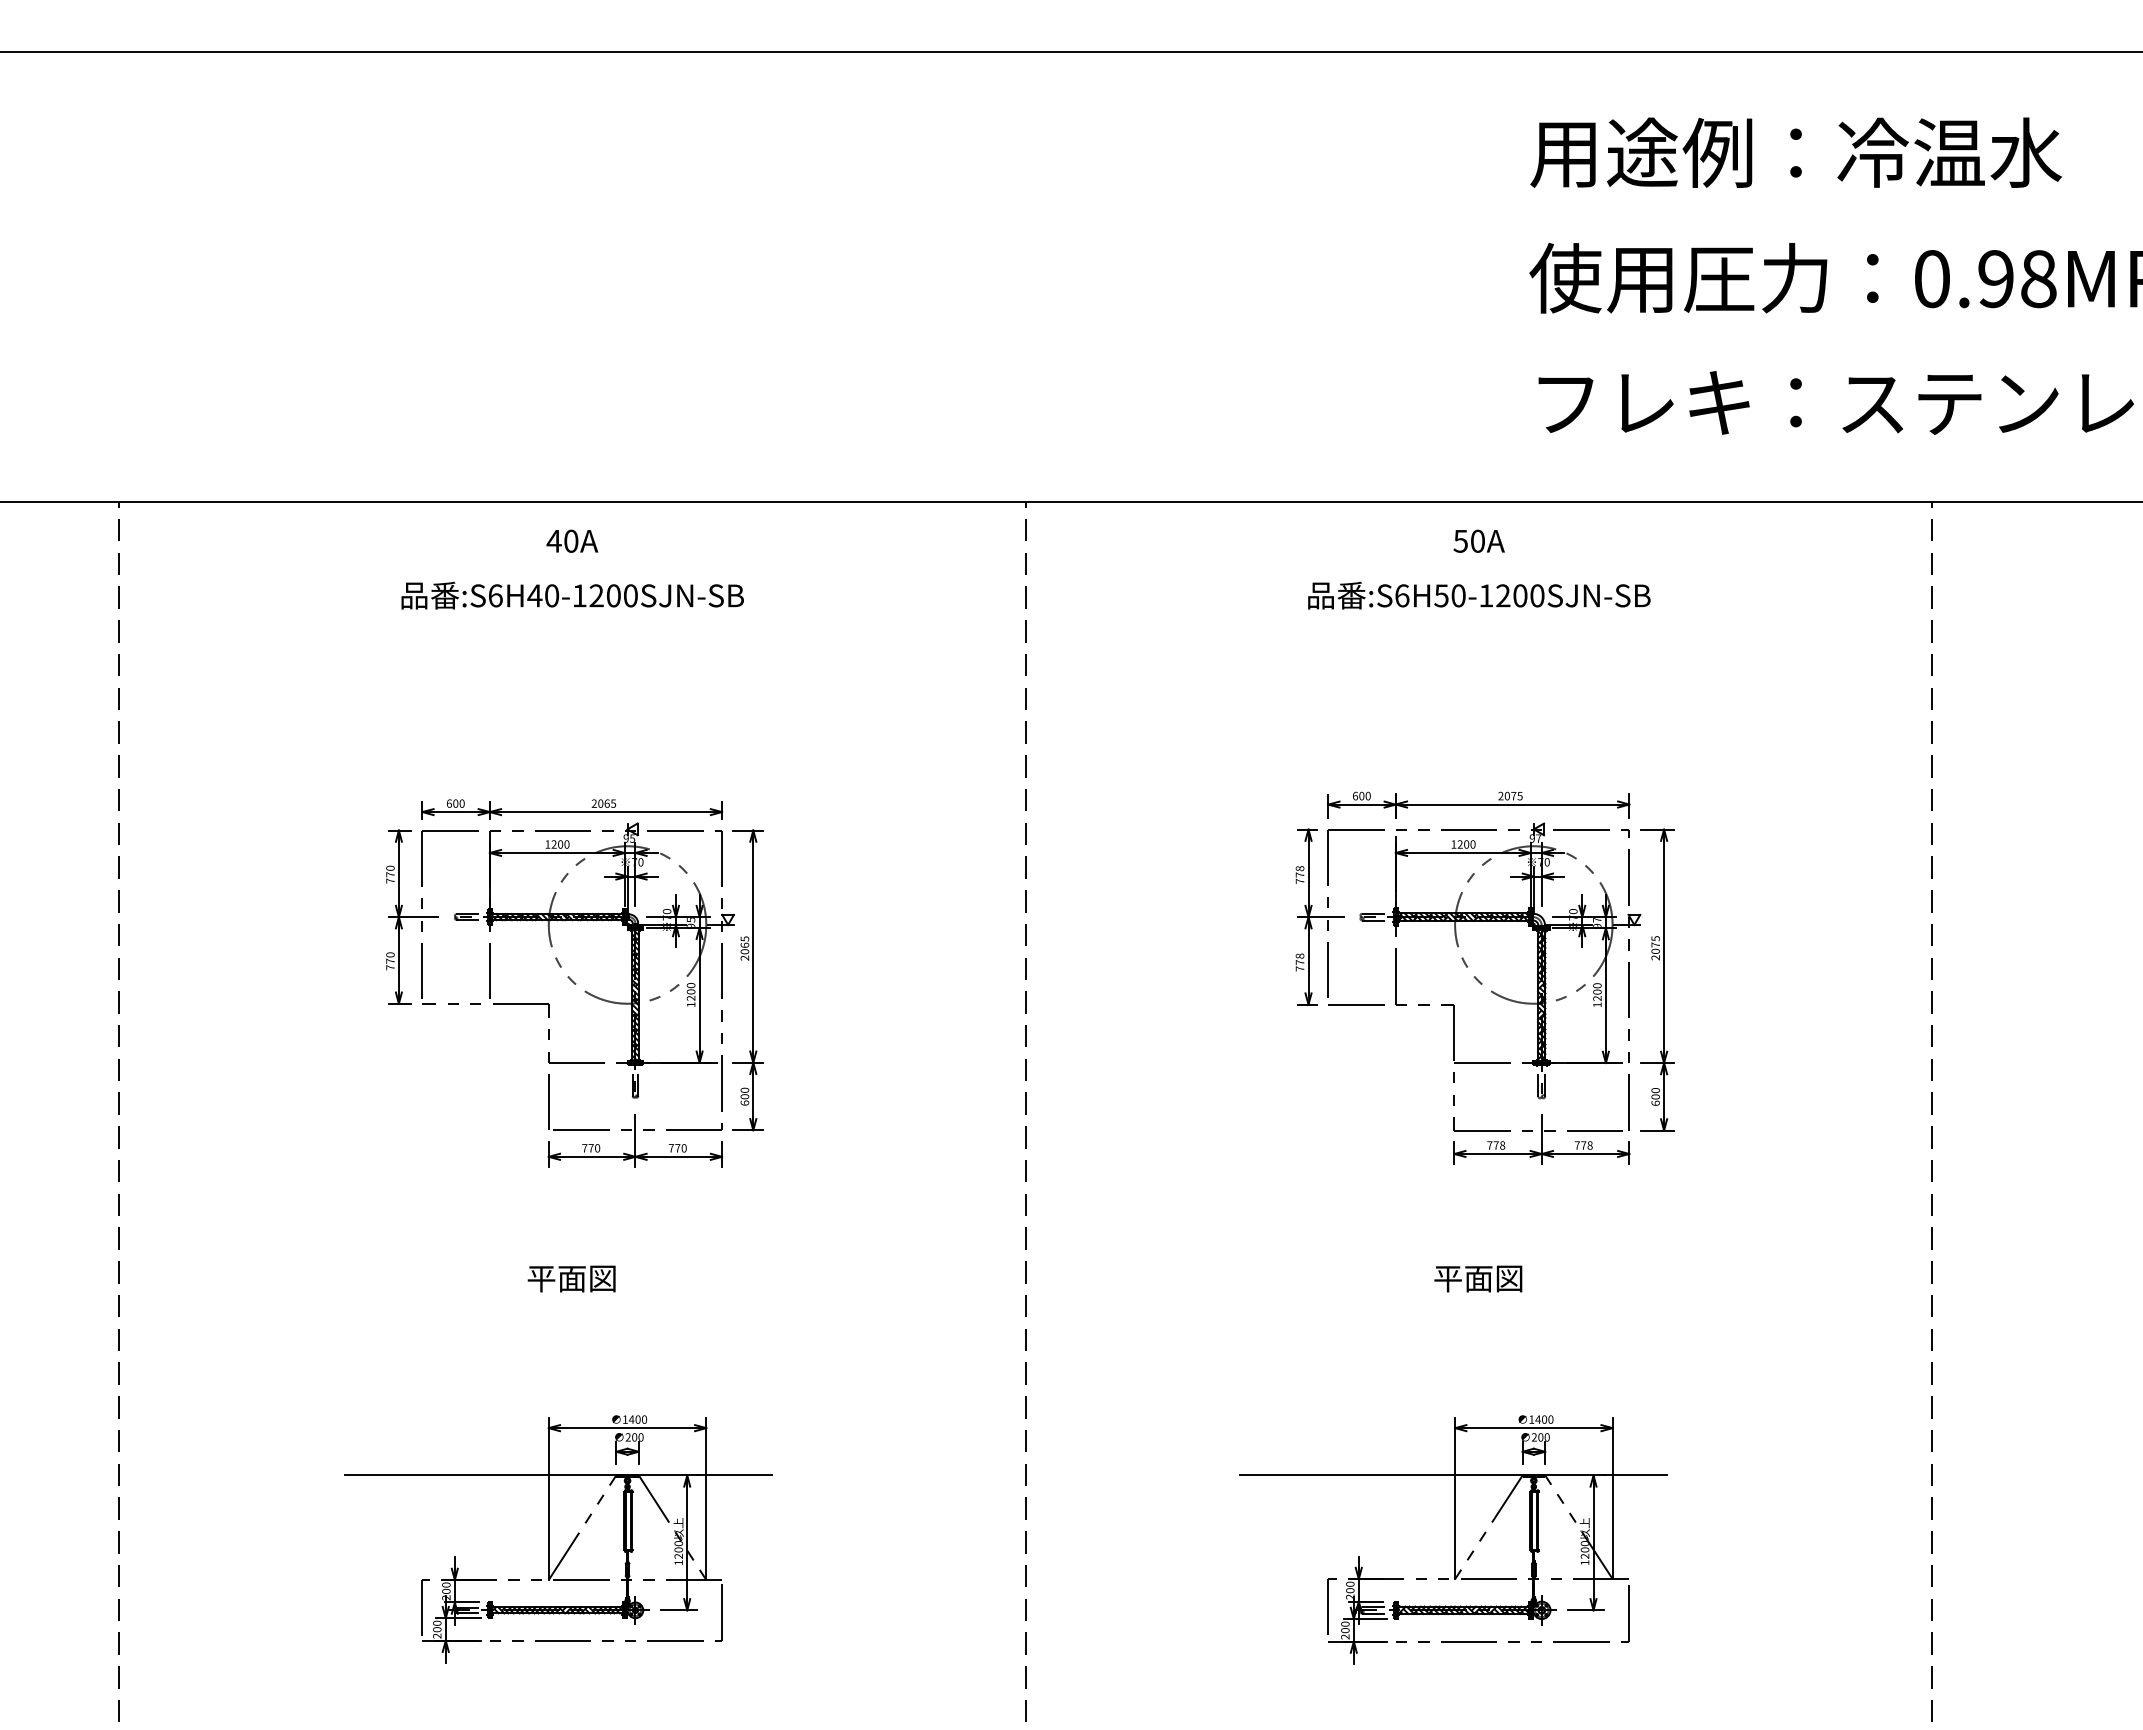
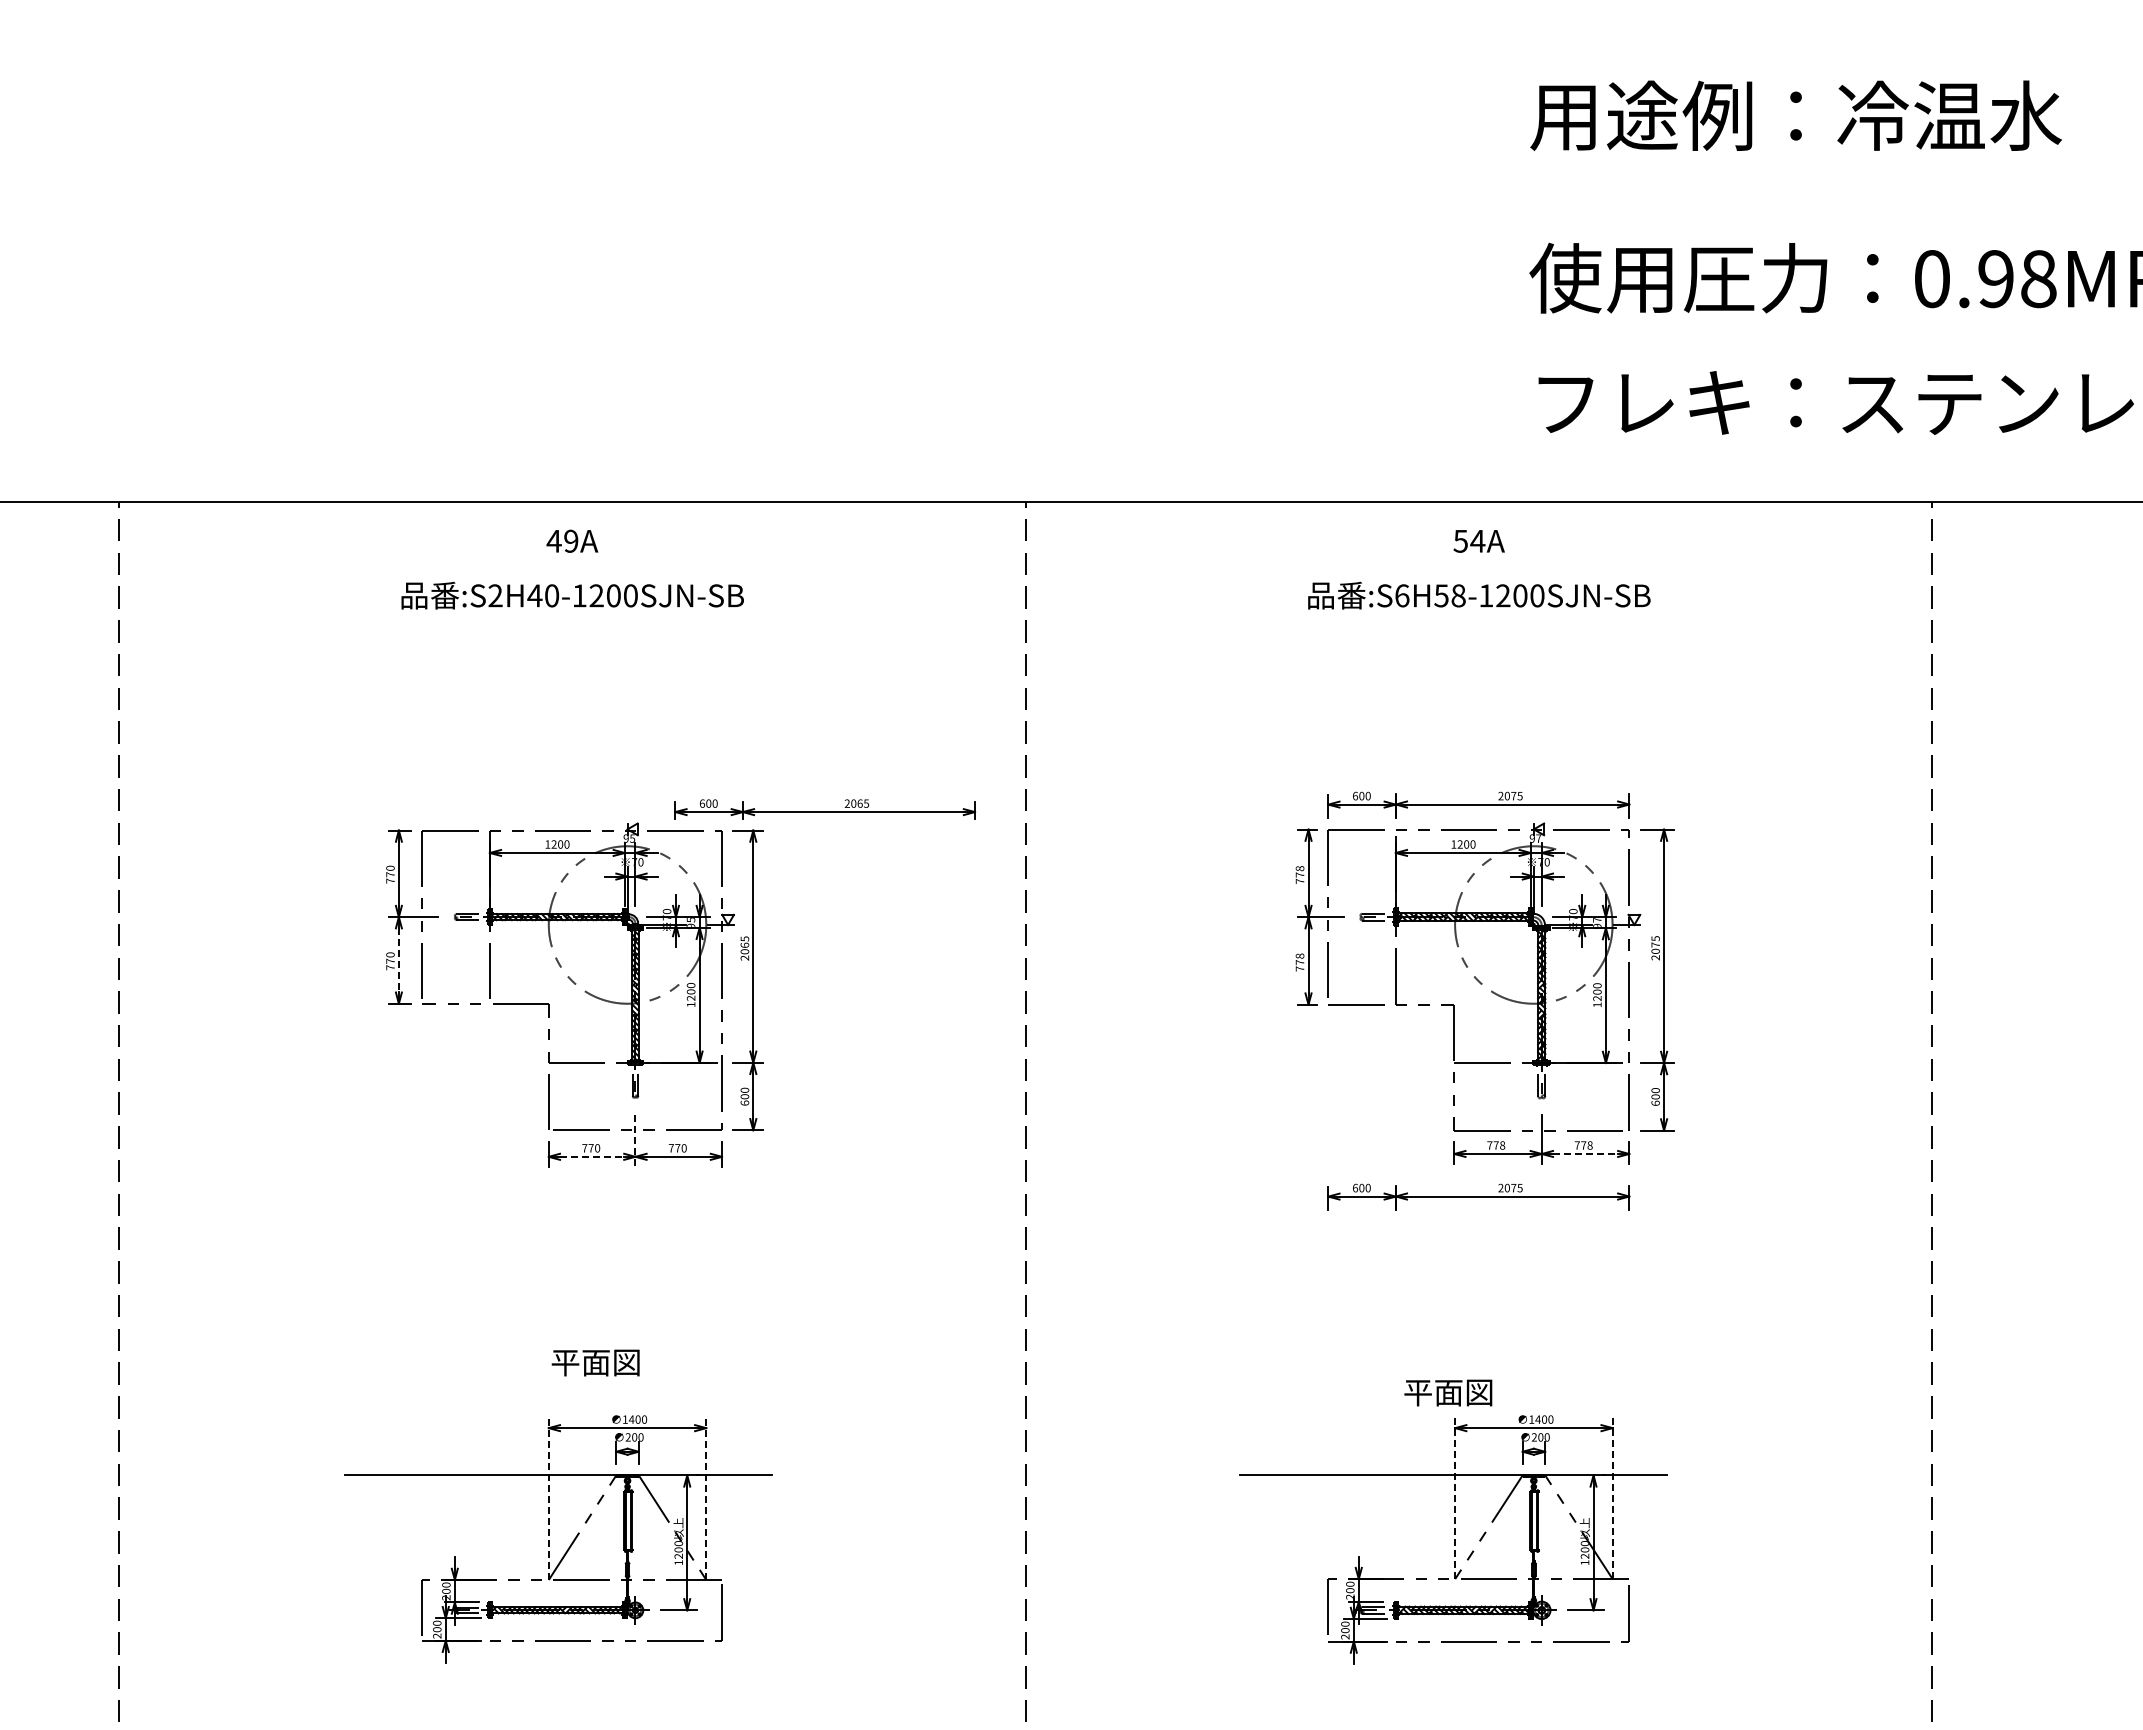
line at (1070, 52): present -> none
text at (1796, 152) position: (1796, 152) -> (1796, 115)
text at (571, 540): 40A -> 49A
text at (1477, 540): 50A -> 54A
text at (495, 595): :S6H40-1200SJN-SB -> :S2H40-1200SJN-SB
text at (1458, 595): :S6H50-1200SJN-SB -> :S6H58-1200SJN-SB
part at (571, 809) position: (571, 809) -> (824, 809)
line at (398, 960): solid -> dashed
line at (635, 1141): solid -> dashed
line at (1585, 1154): solid -> dashed
line at (592, 1156): solid -> dashed
part at (1478, 1196): none -> present
text at (571, 1278) position: (571, 1278) -> (595, 1362)
text at (1478, 1278) position: (1478, 1278) -> (1448, 1392)
line at (1455, 1498): solid -> dashed
line at (1612, 1498): solid -> dashed
line at (548, 1499): solid -> dashed
line at (706, 1499): solid -> dashed
